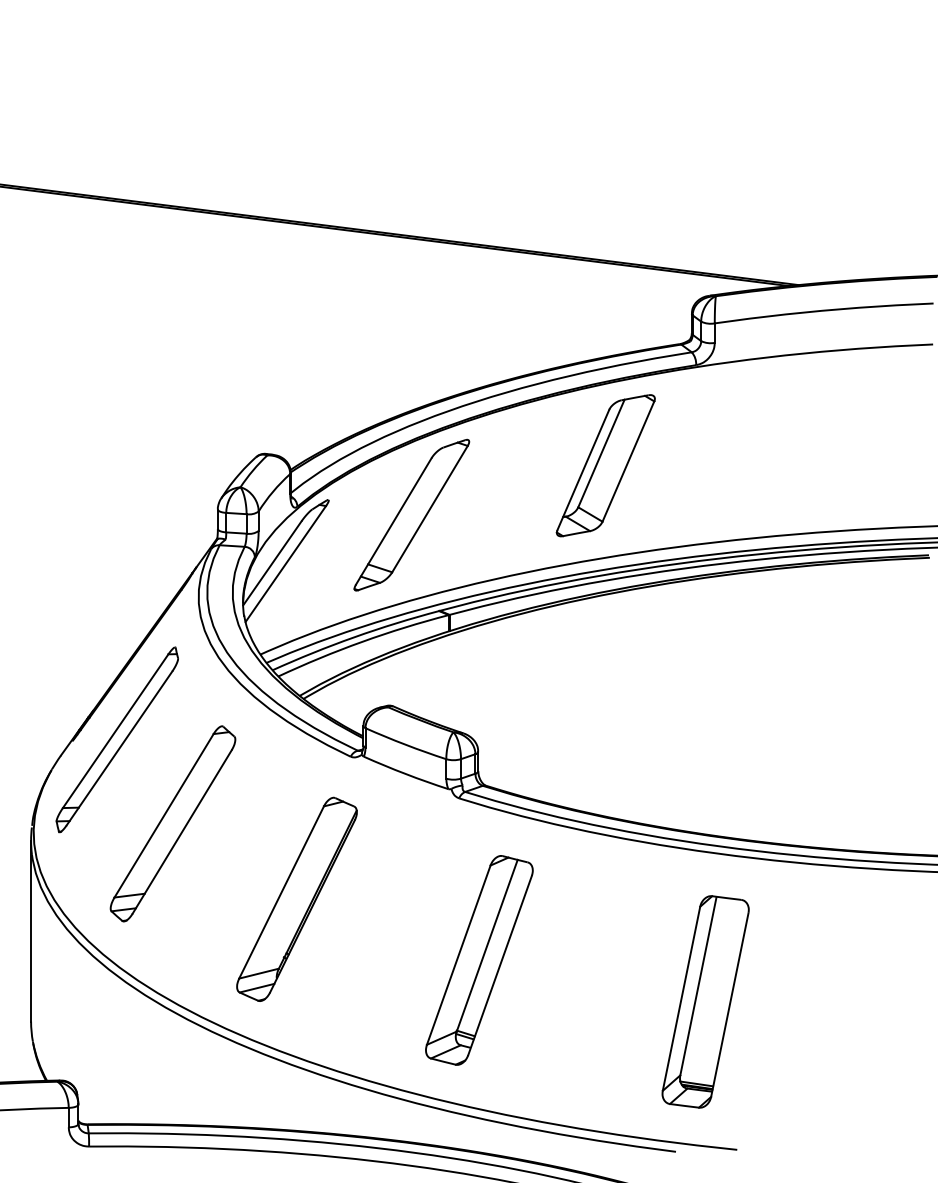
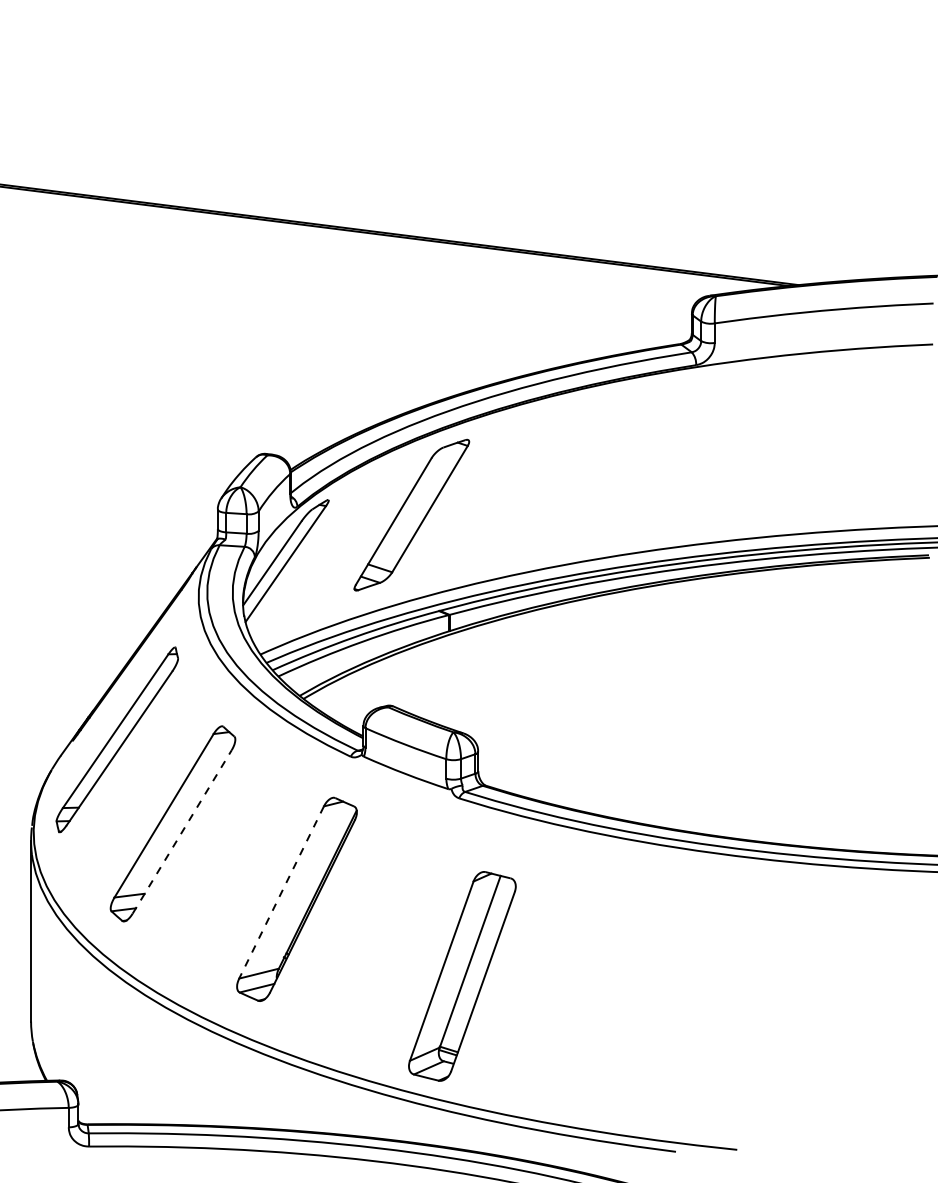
part at (605, 465): present -> none
line at (182, 831): solid -> dashed
line at (281, 892): solid -> dashed
part at (479, 960) position: (479, 960) -> (462, 976)
part at (705, 1001): present -> none
